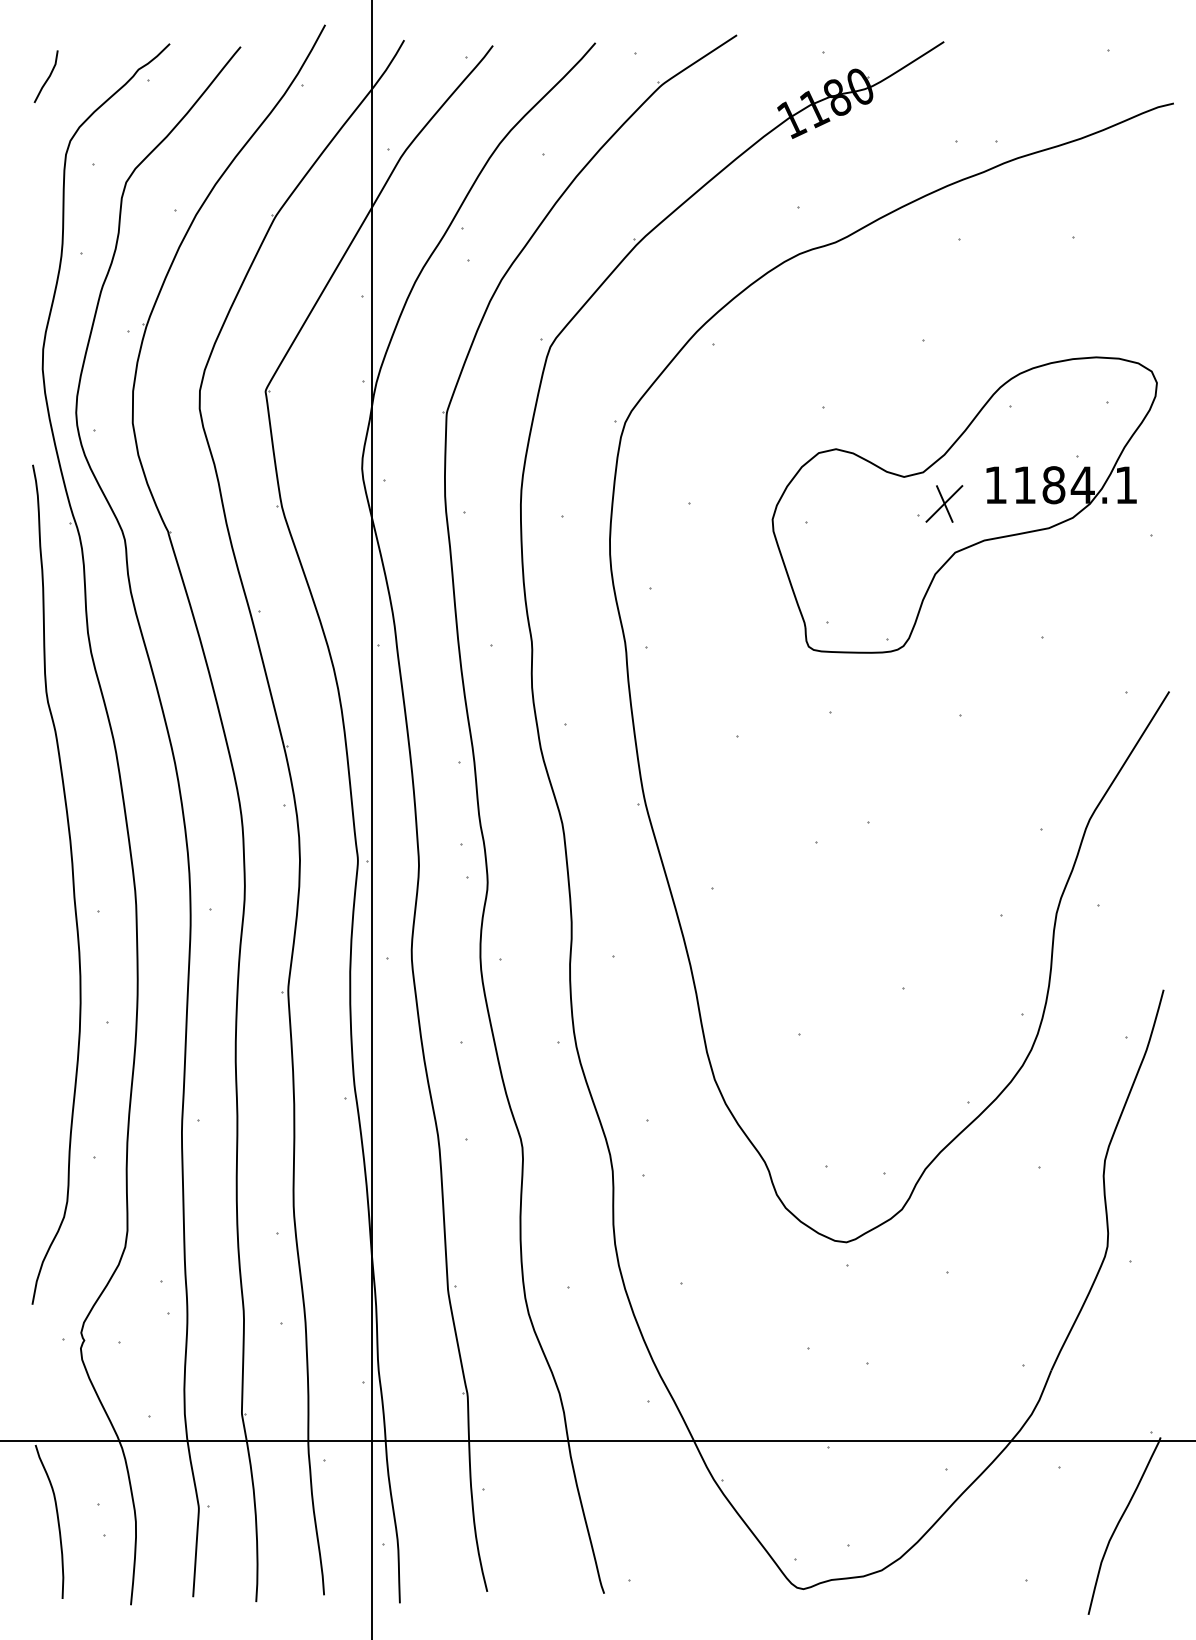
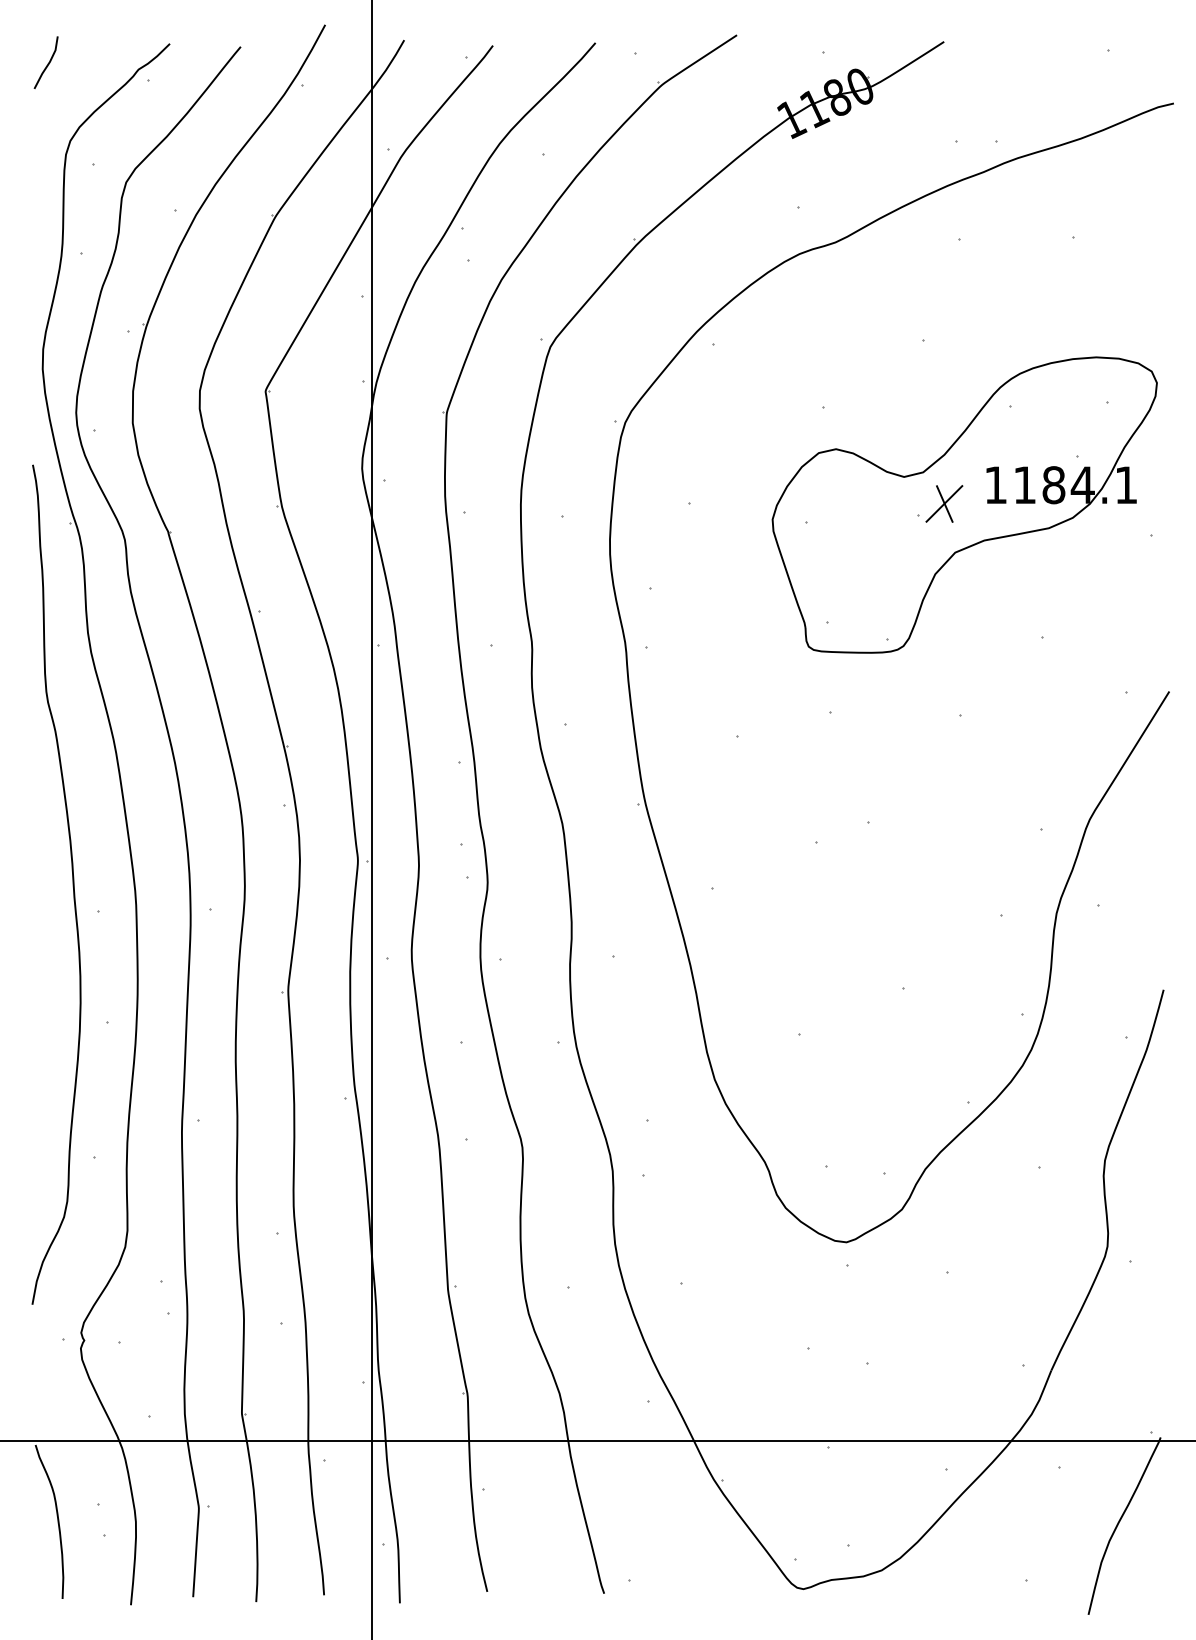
line at (47, 77) position: (47, 77) -> (47, 63)
